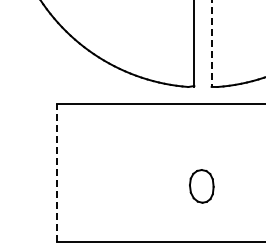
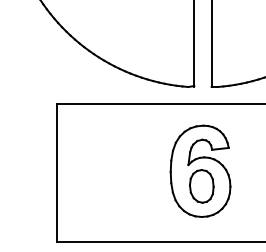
line at (211, 44): dashed -> solid
part at (200, 170): none -> present
line at (56, 172): dashed -> solid
